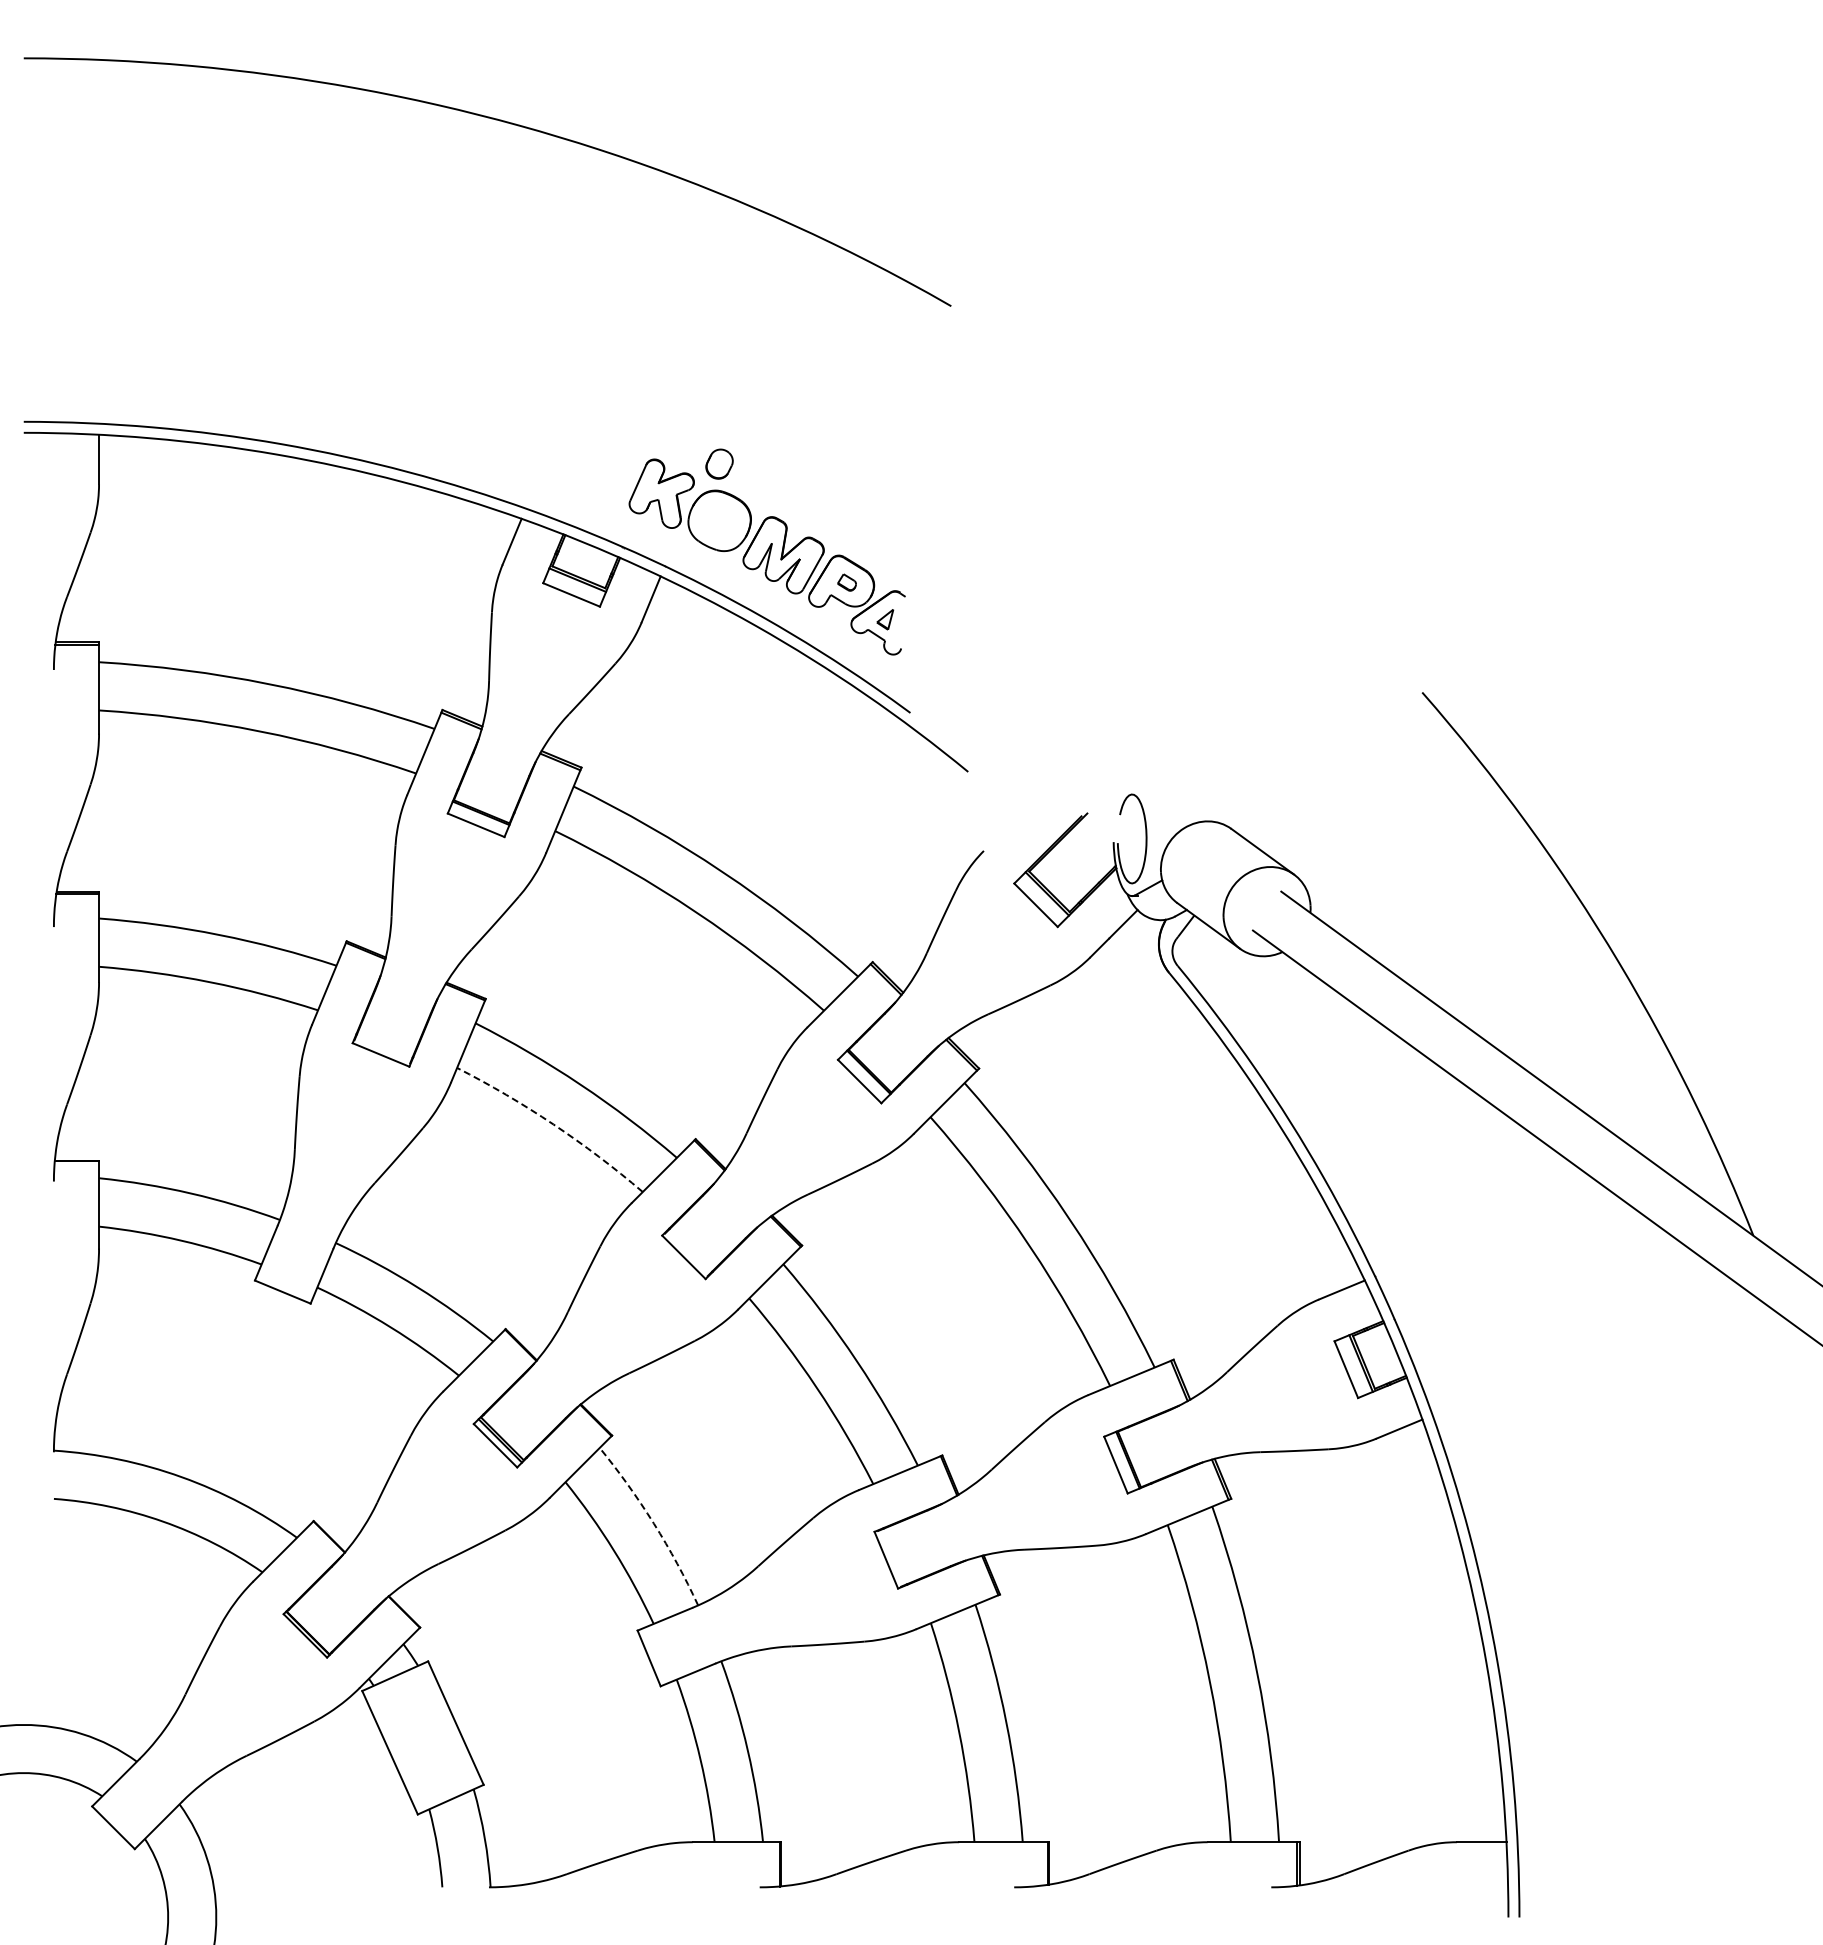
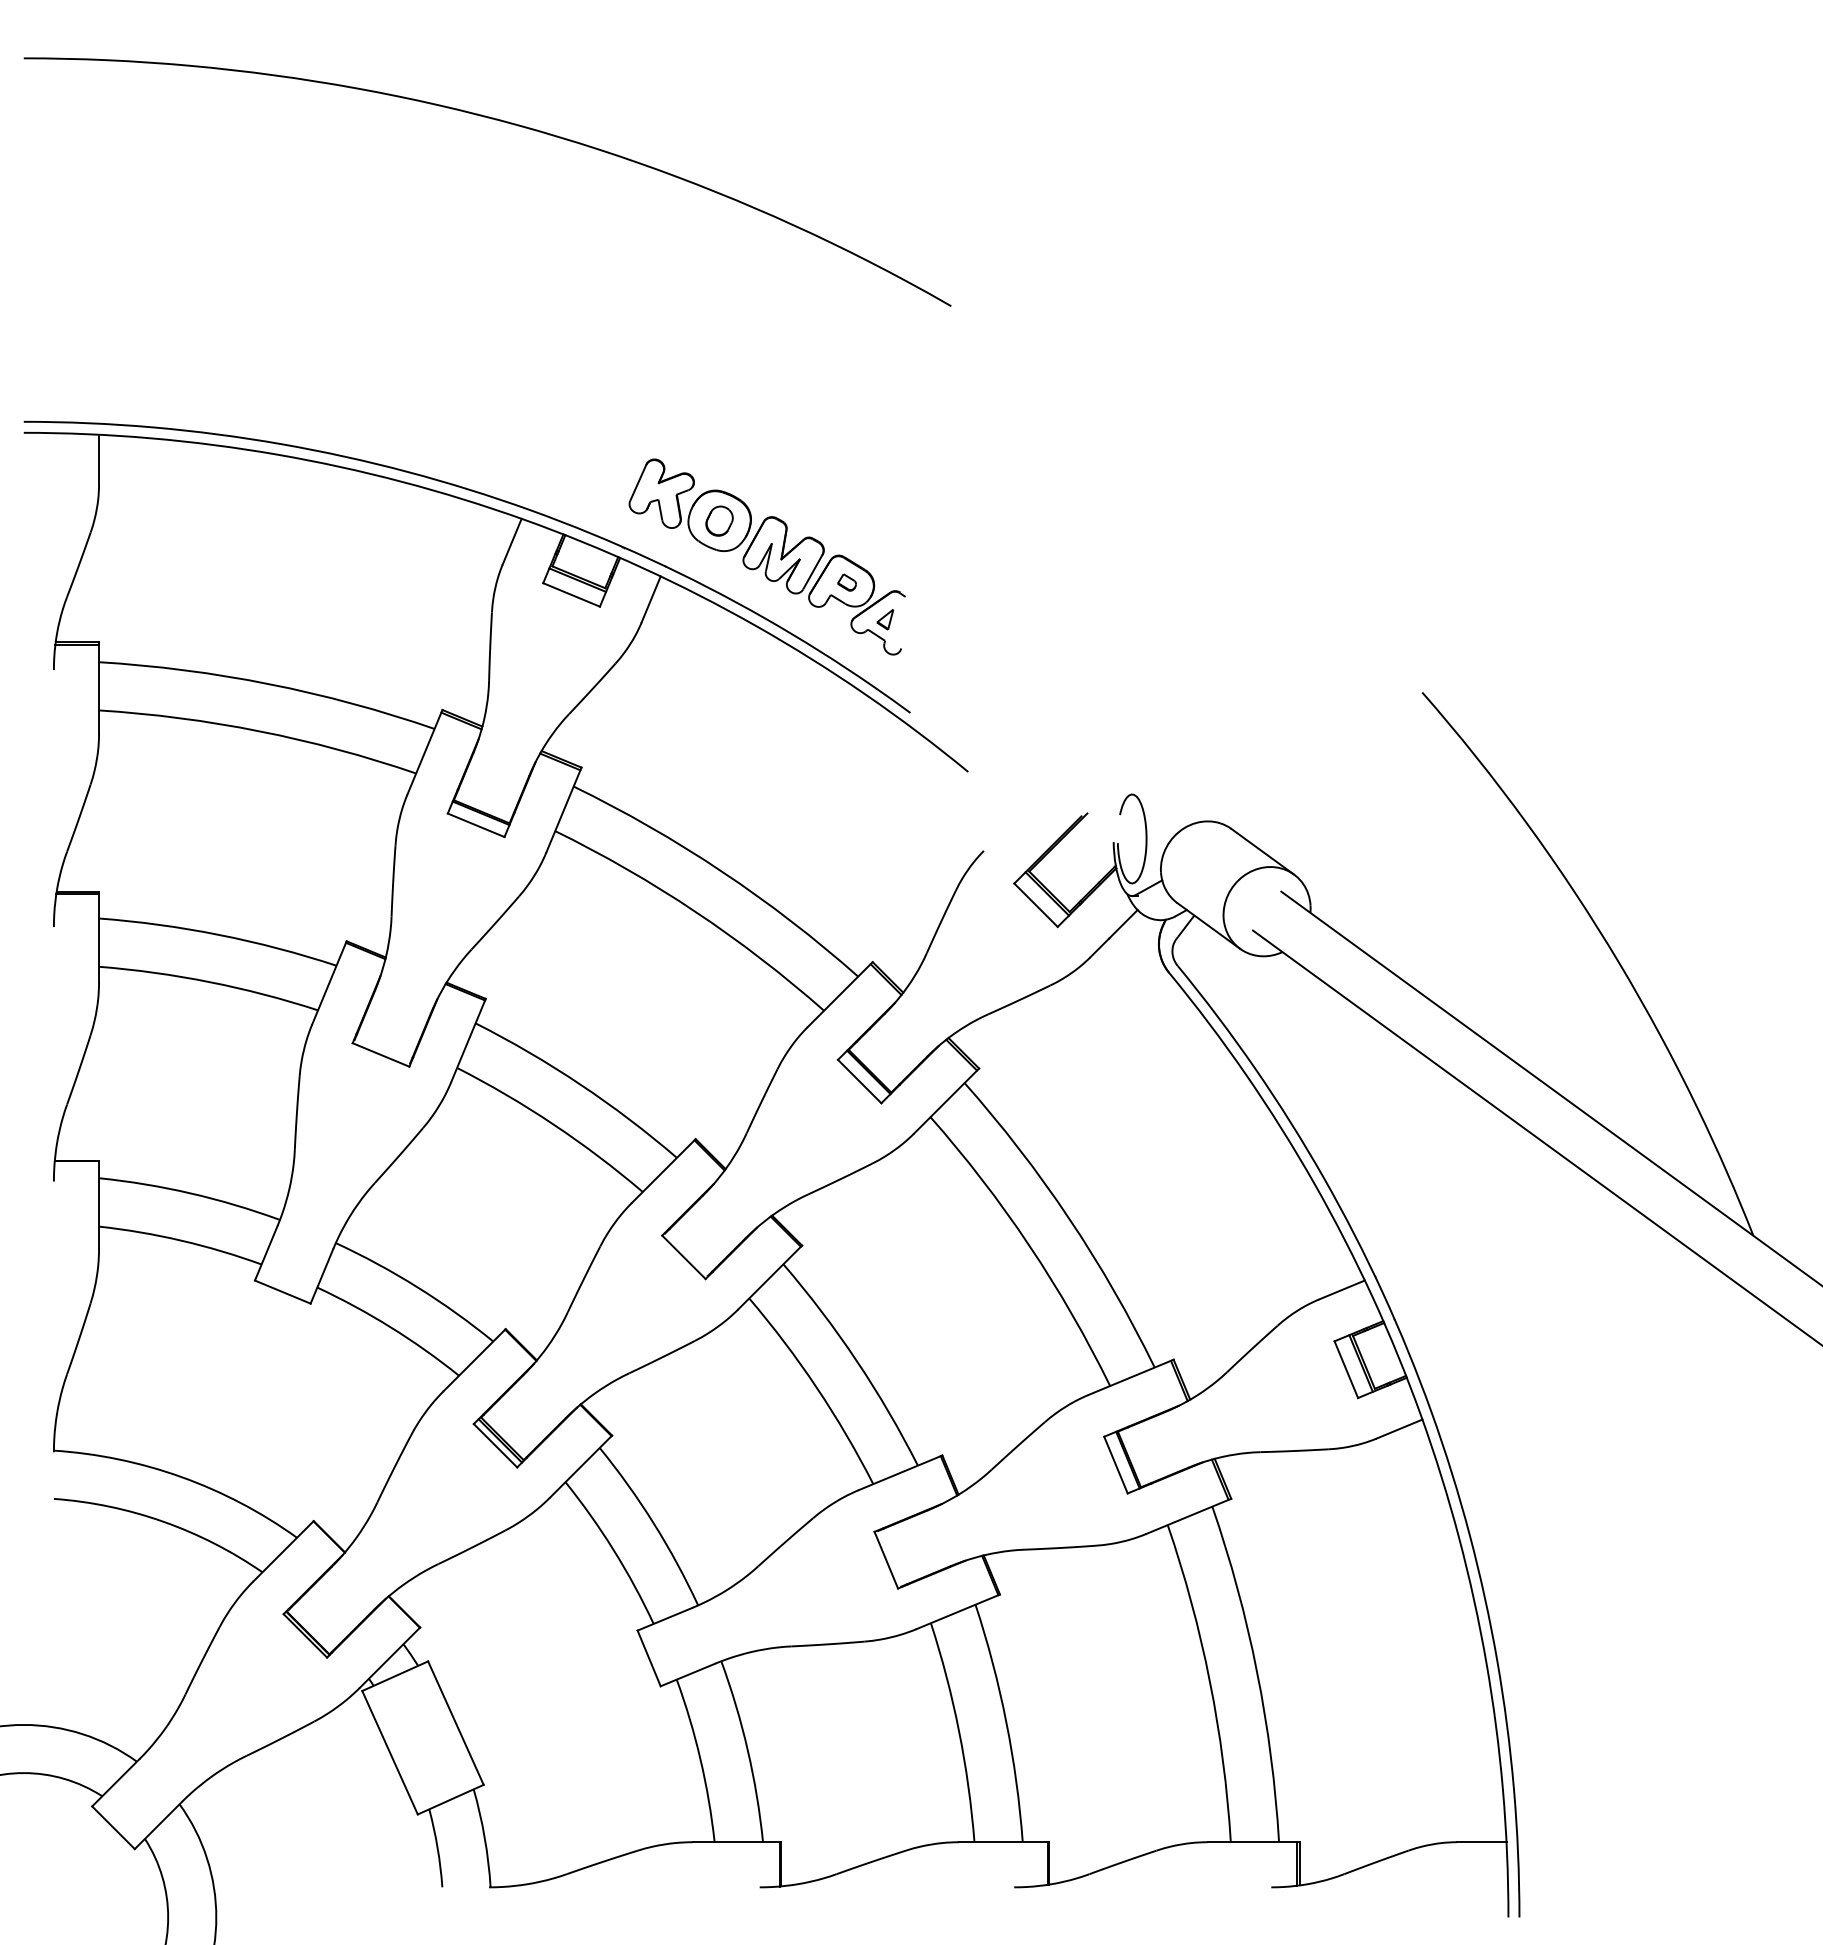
part at (719, 463) position: (719, 463) -> (719, 520)
arc at (553, 1124): dashed -> solid
arc at (653, 1523): dashed -> solid
